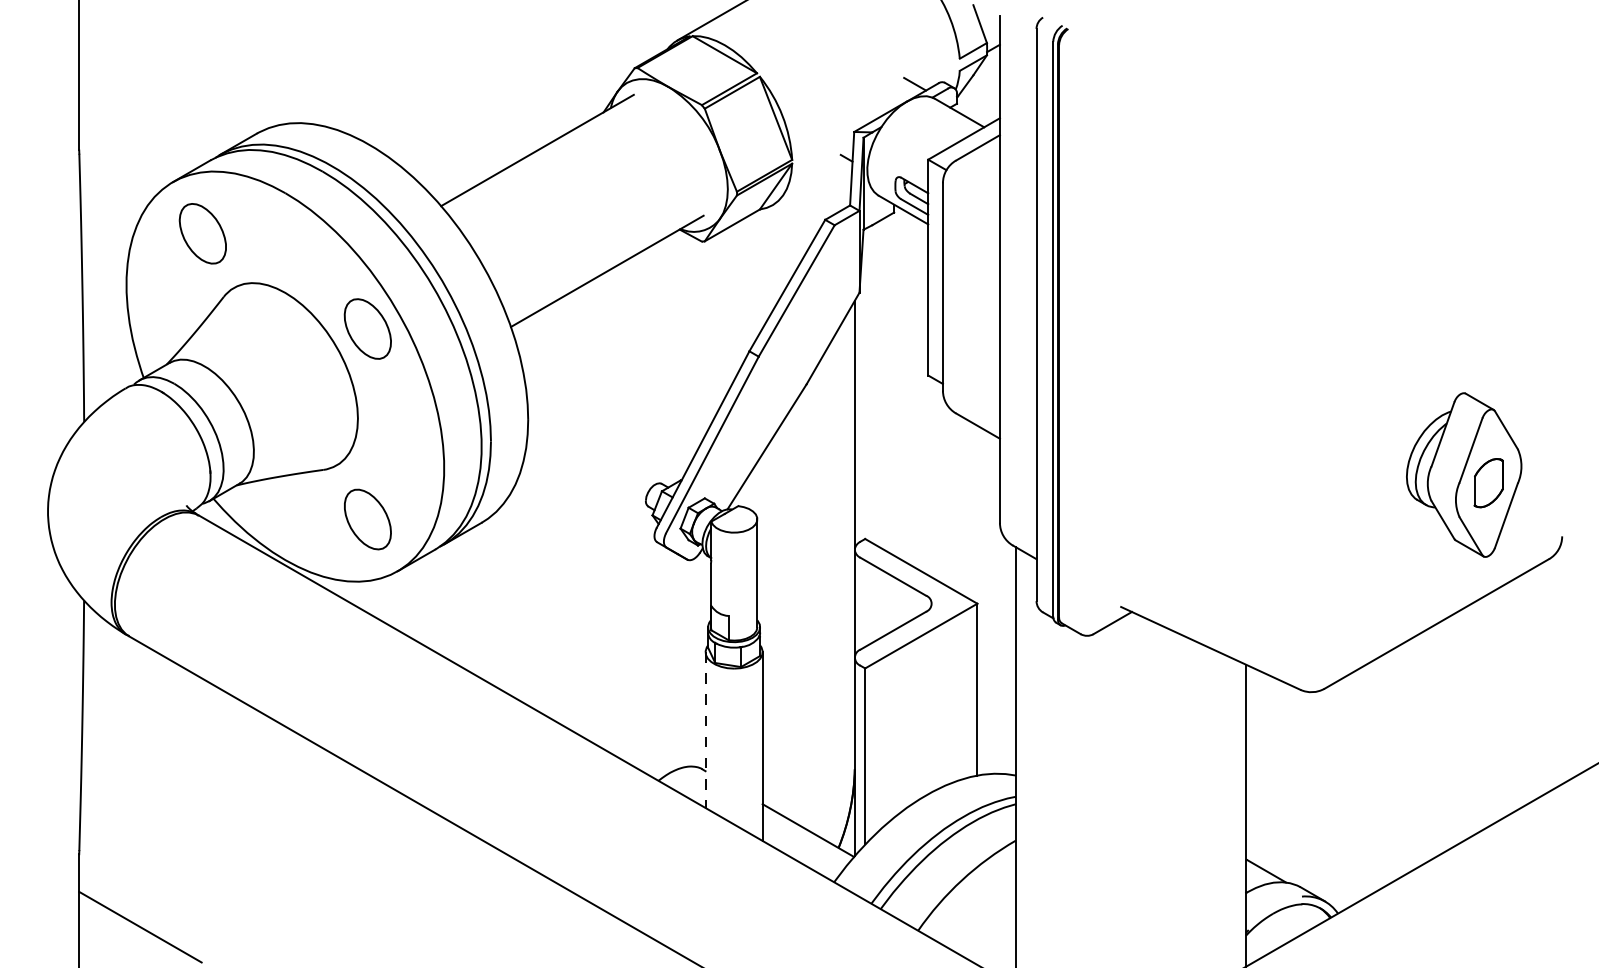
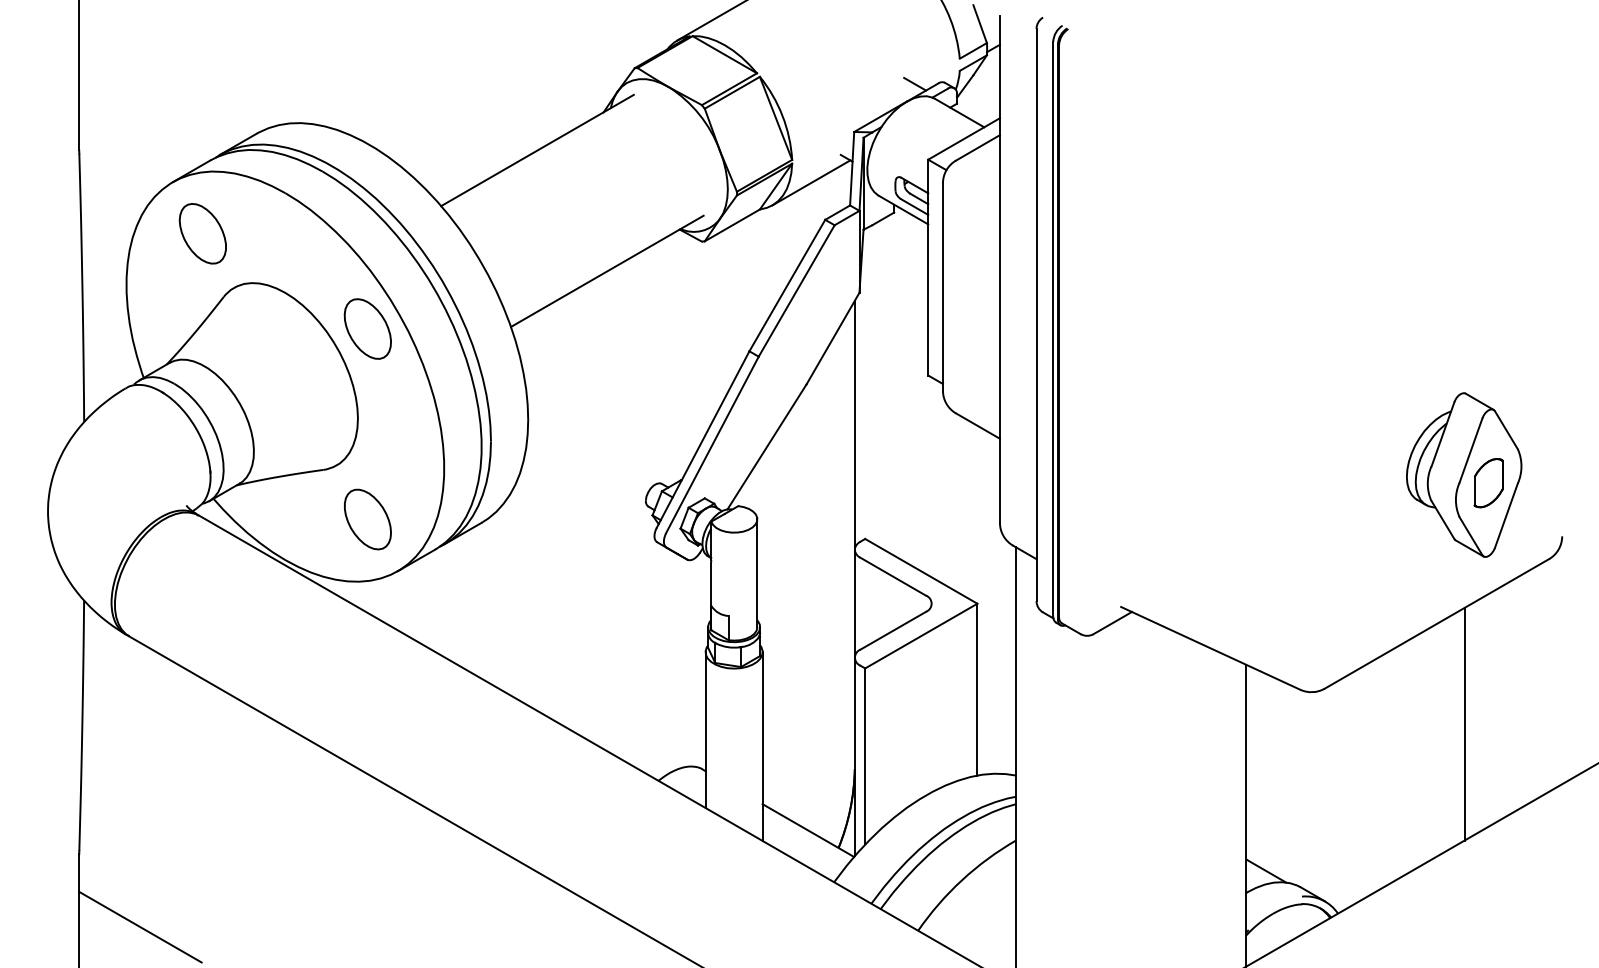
line at (811, 182): none -> present
line at (1464, 723): none -> present
line at (705, 730): dashed -> solid
